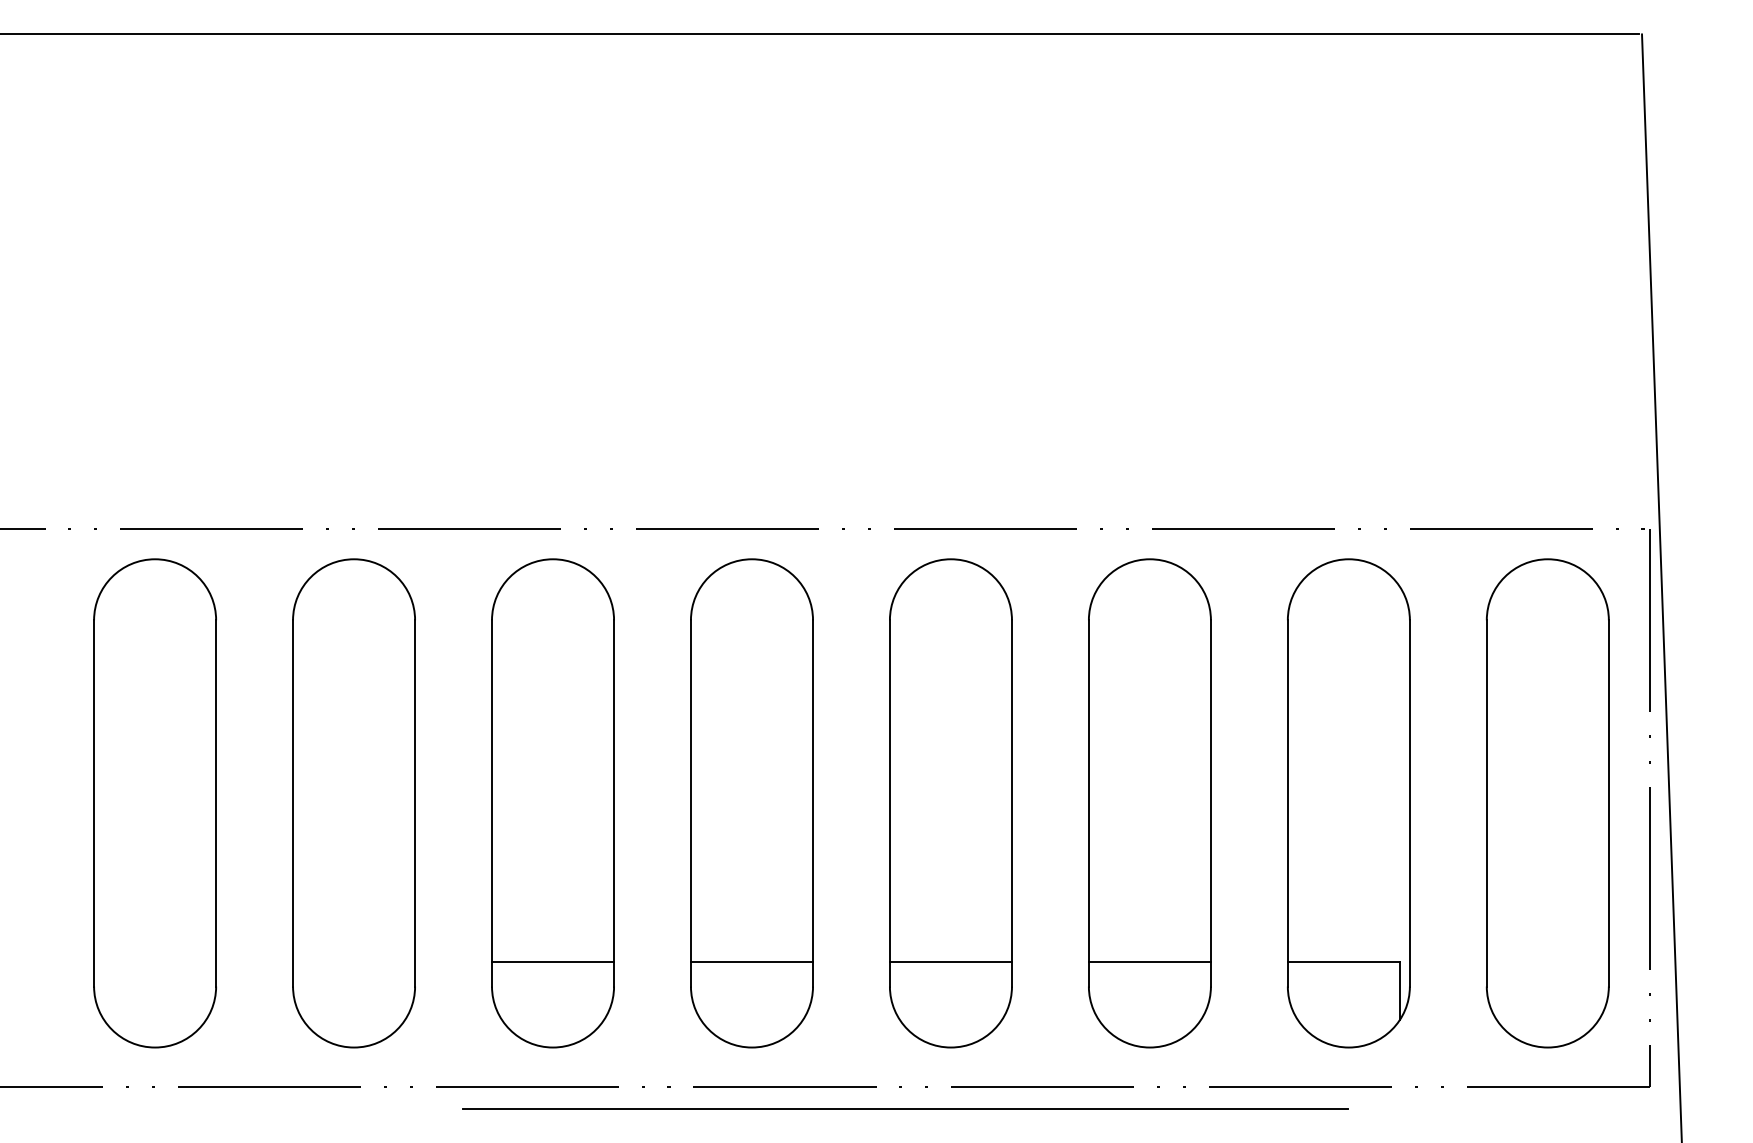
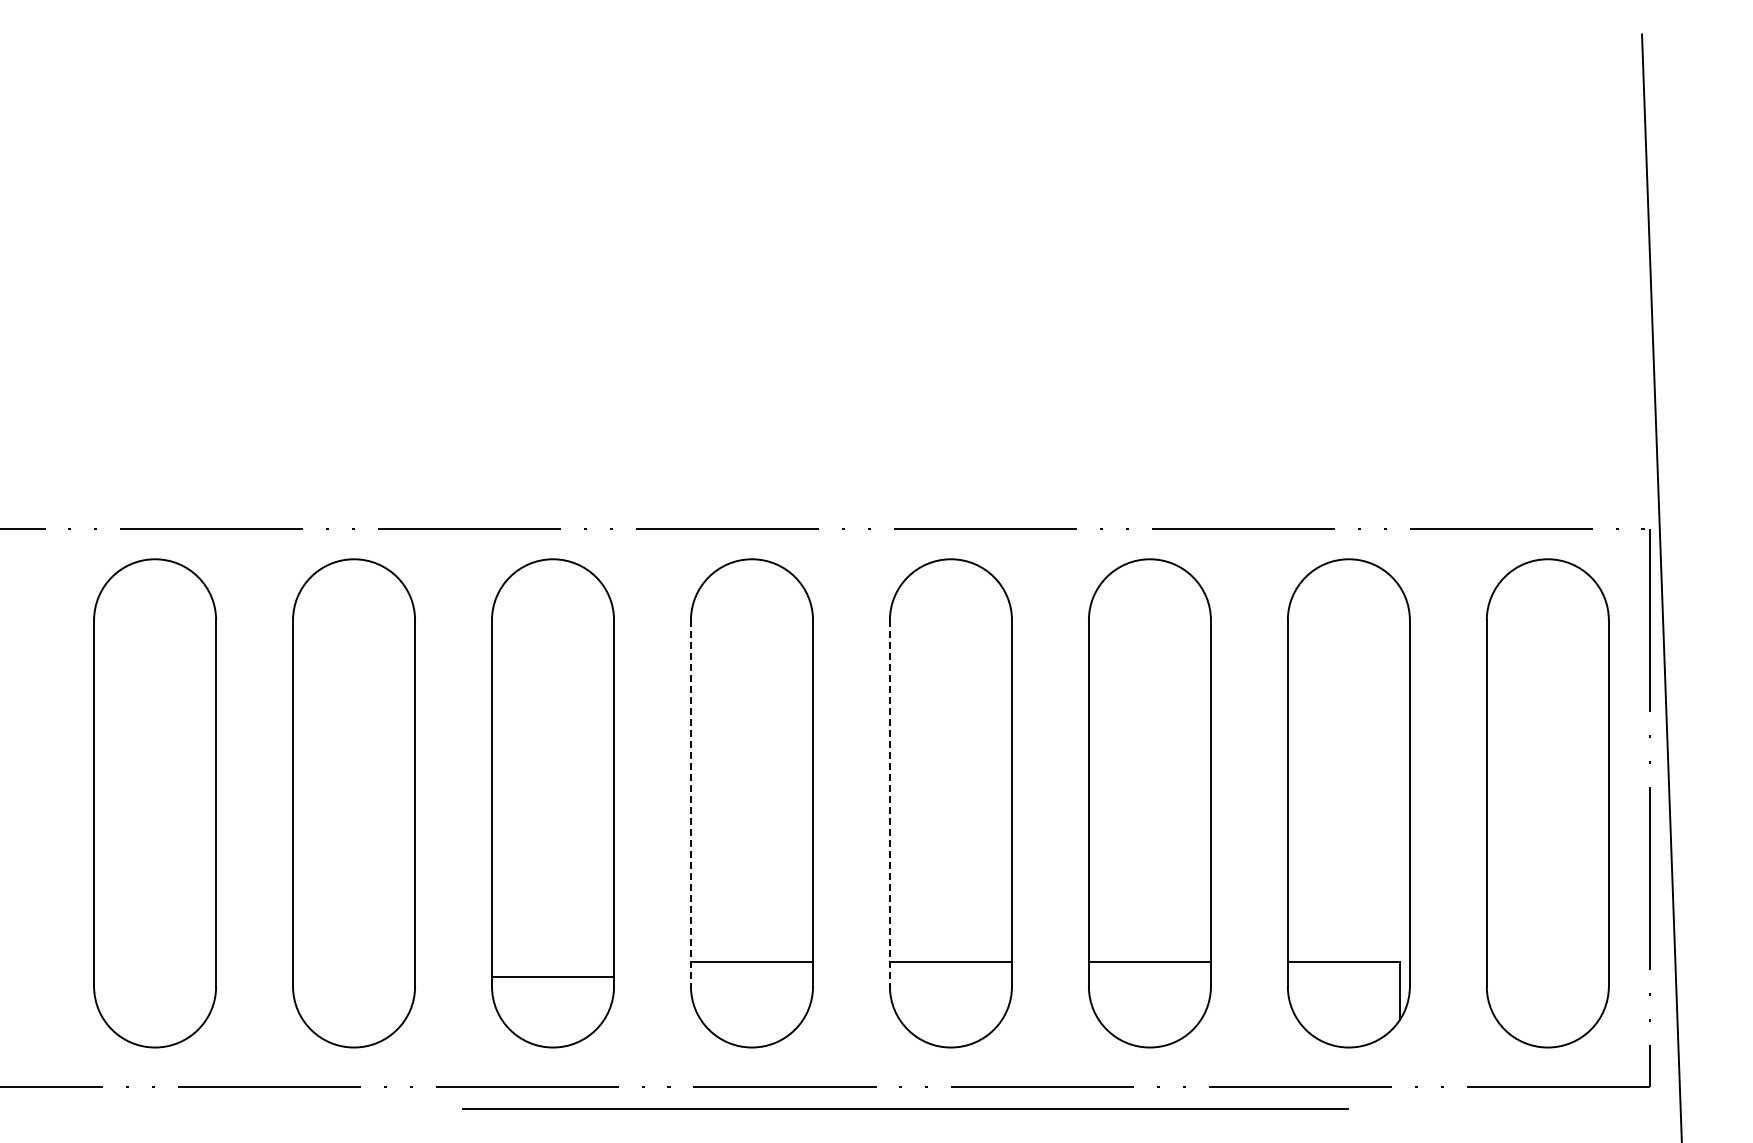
line at (820, 34): present -> none
line at (690, 803): solid -> dashed
line at (889, 803): solid -> dashed
line at (553, 962) position: (553, 962) -> (553, 977)
